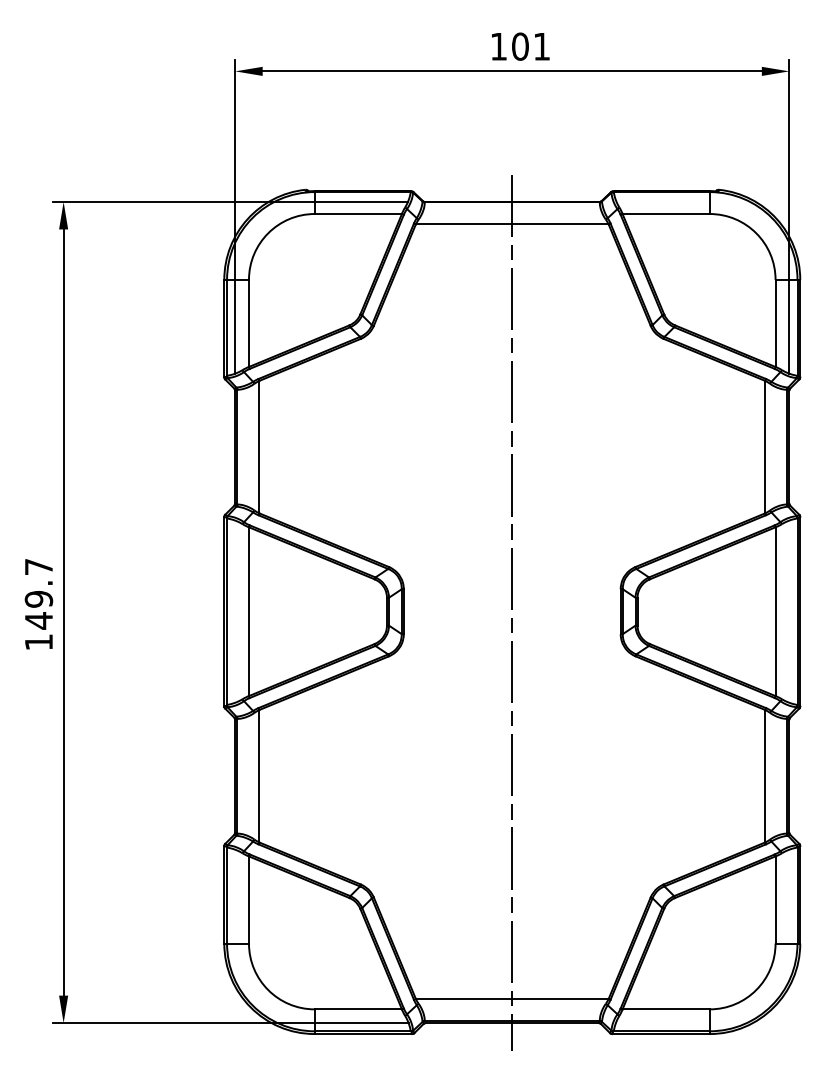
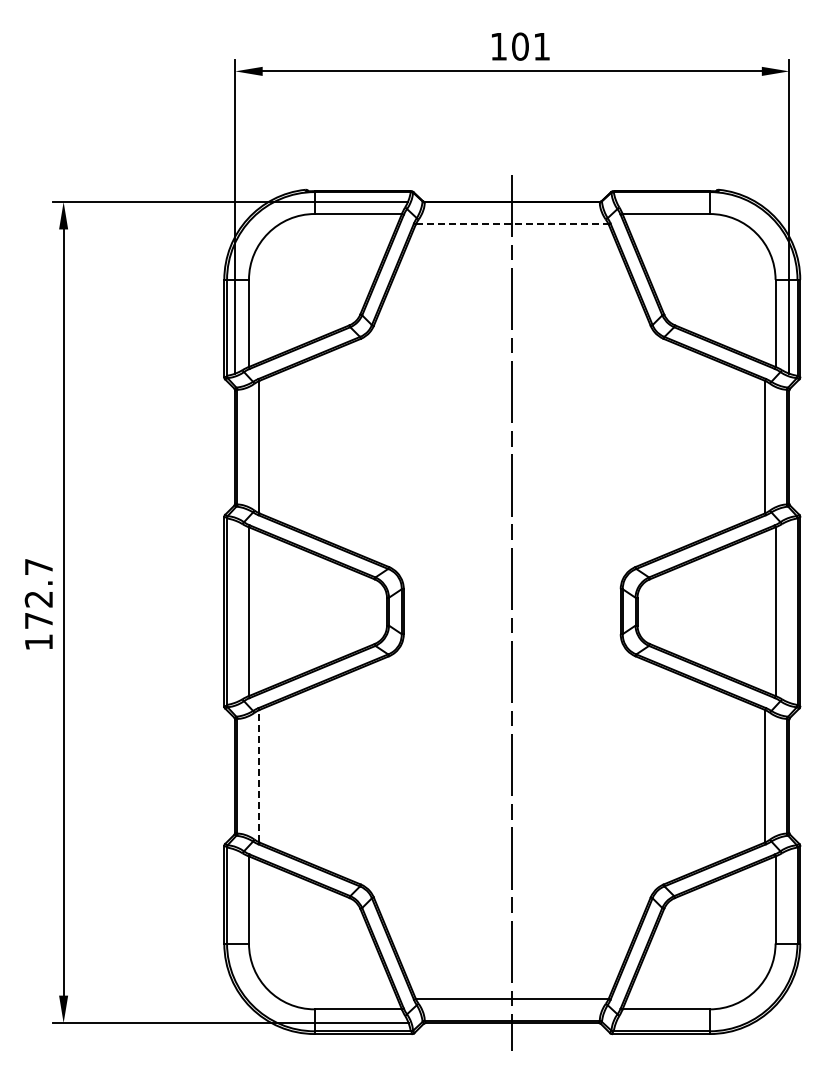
line at (512, 224): solid -> dashed
text at (38, 610): 149.7 -> 172.7
line at (259, 775): solid -> dashed
